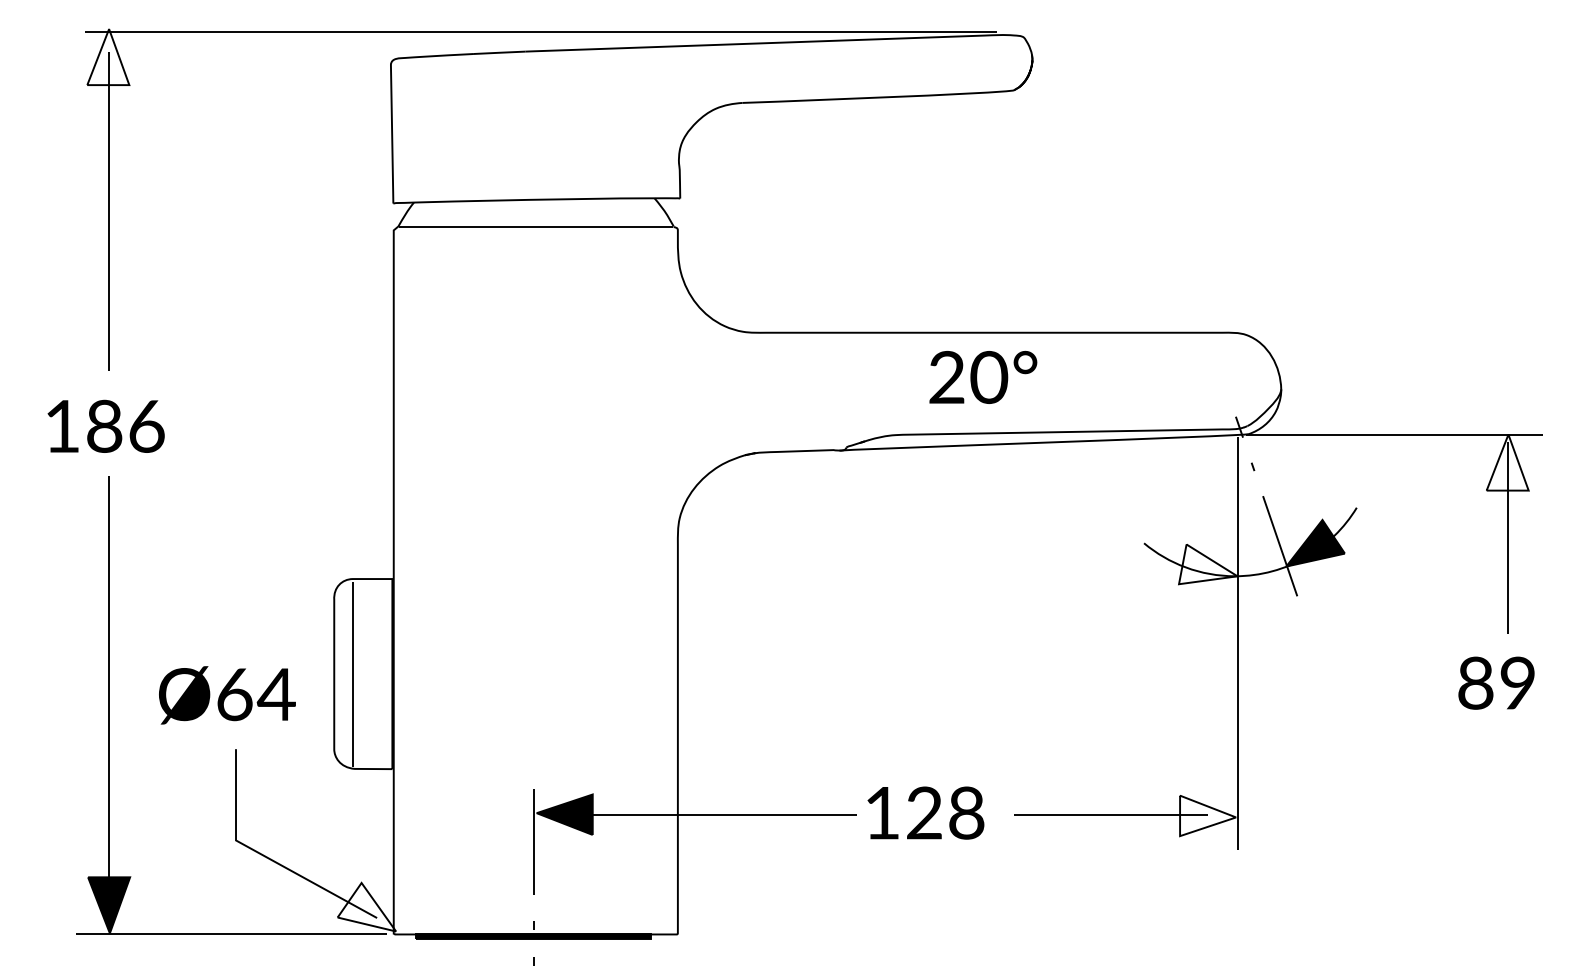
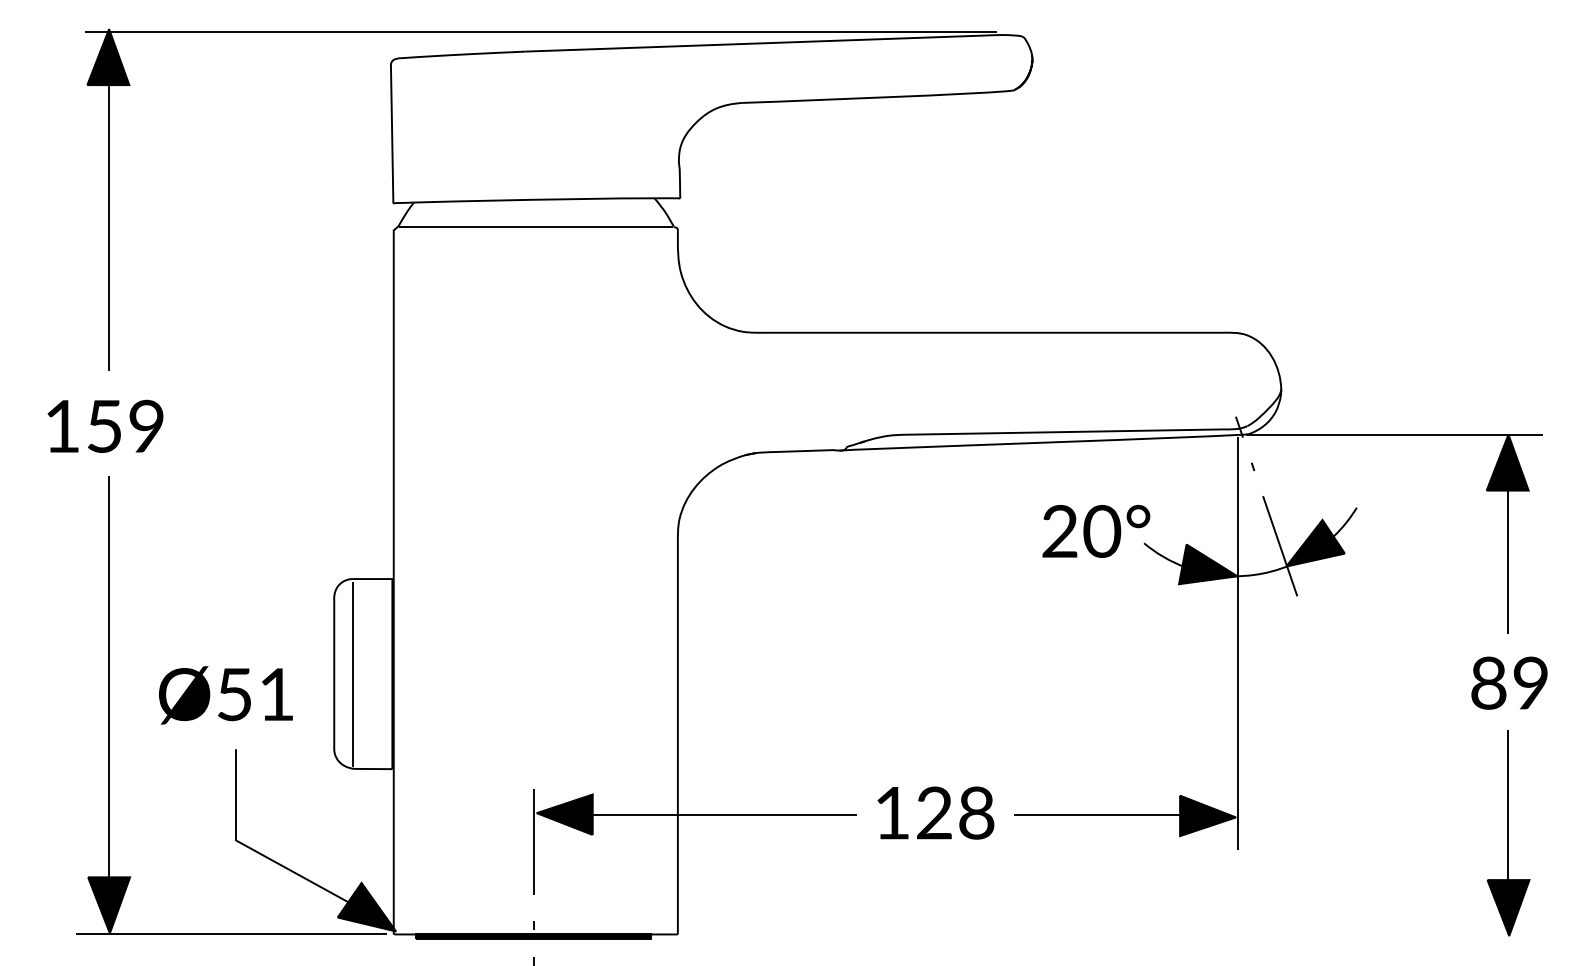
fill at (108, 57): none -> present
text at (983, 376) position: (983, 376) -> (1096, 530)
text at (125, 425): 186 -> 159
fill at (1507, 462): none -> present
fill at (1208, 564): none -> present
text at (1496, 682) position: (1496, 682) -> (1509, 682)
text at (256, 694): Ø64 -> Ø51
text at (925, 812) position: (925, 812) -> (935, 812)
fill at (1208, 815): none -> present
part at (1508, 833): none -> present
fill at (366, 906): none -> present
